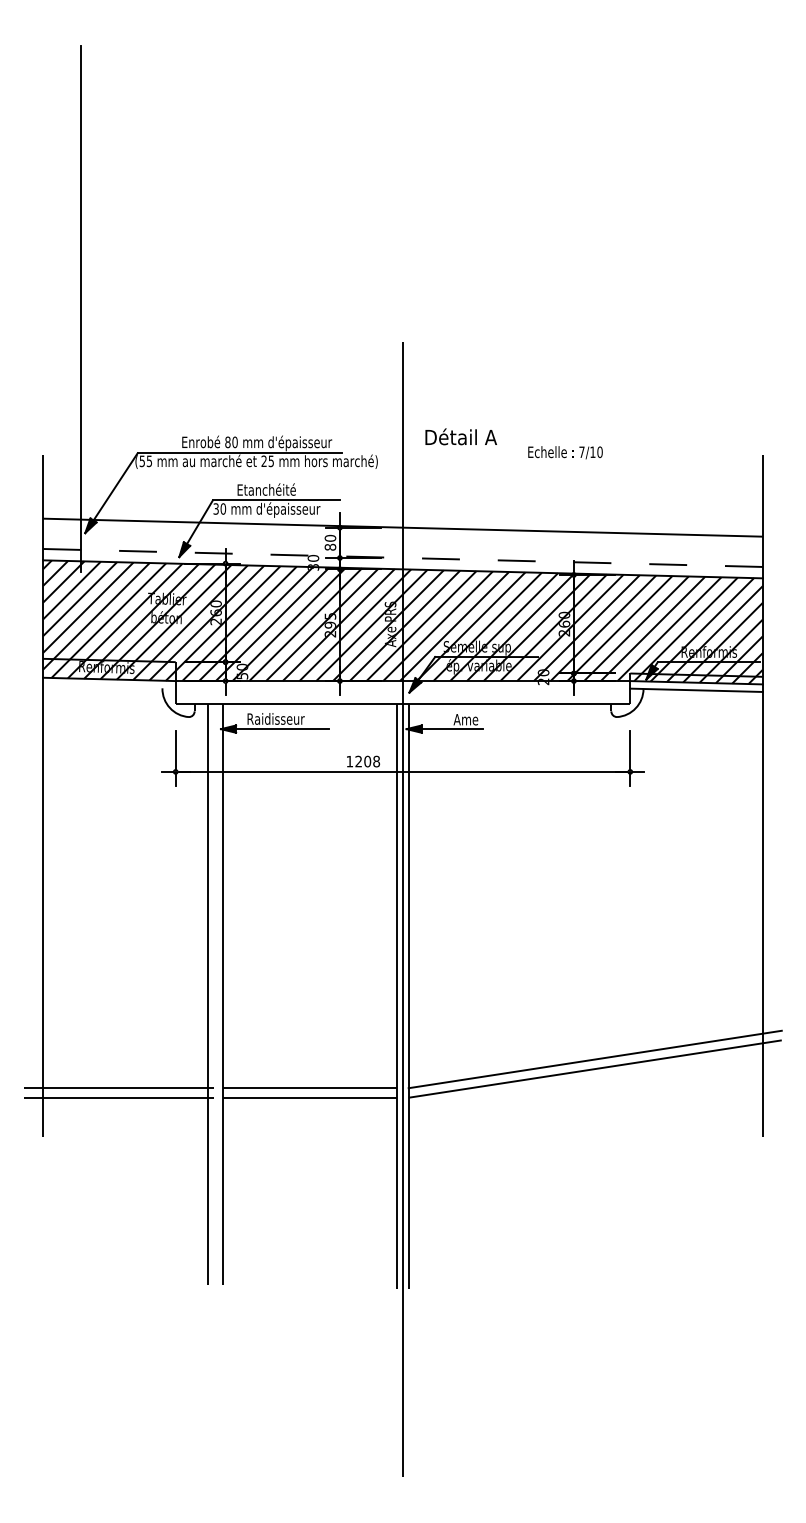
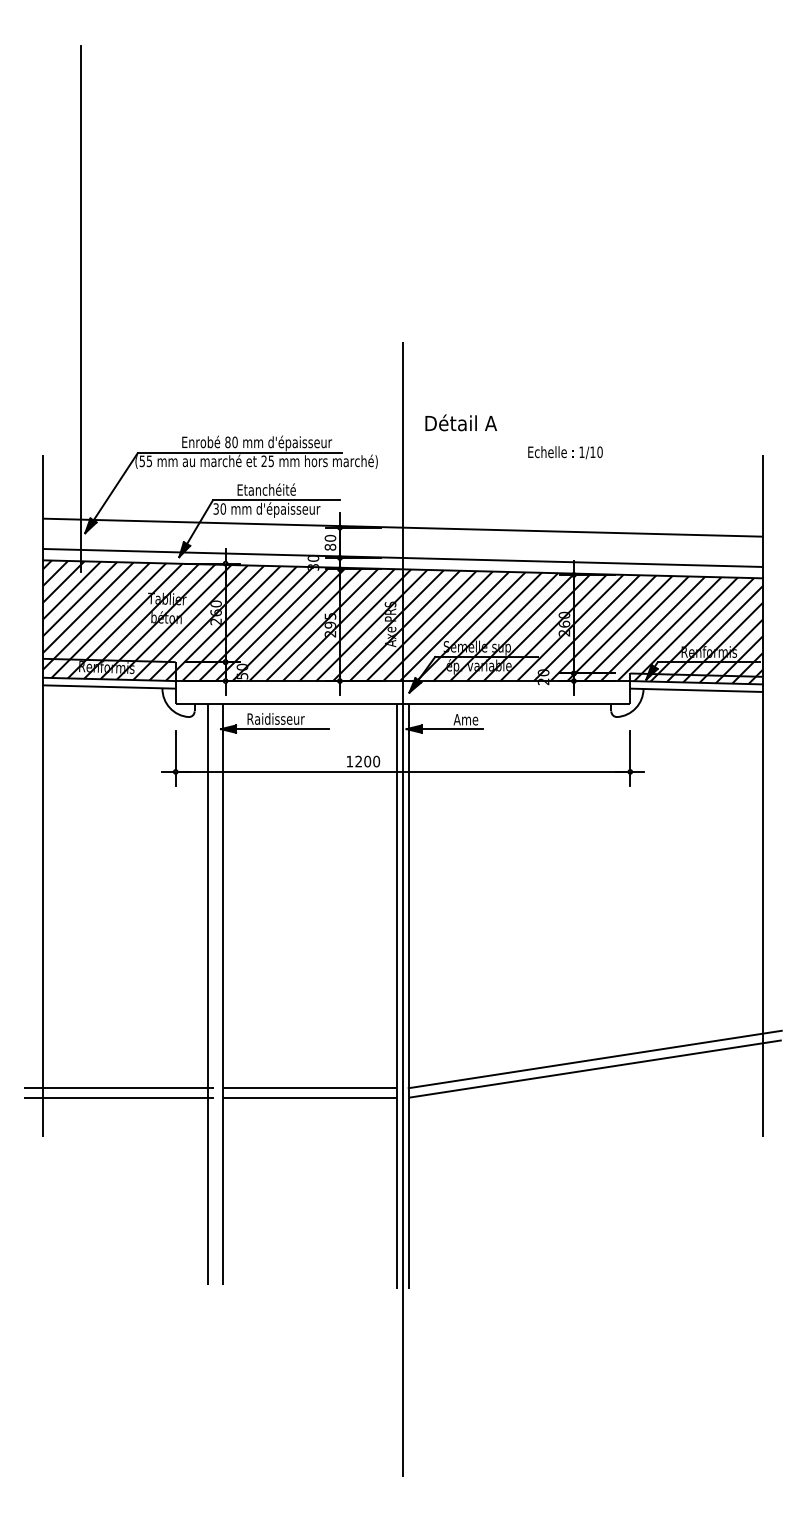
text at (460, 436) position: (460, 436) -> (460, 422)
text at (581, 451): 7/10 -> 1/10
line at (403, 557): dashed -> solid
line at (109, 686): none -> present
text at (376, 761): 1208 -> 1200
